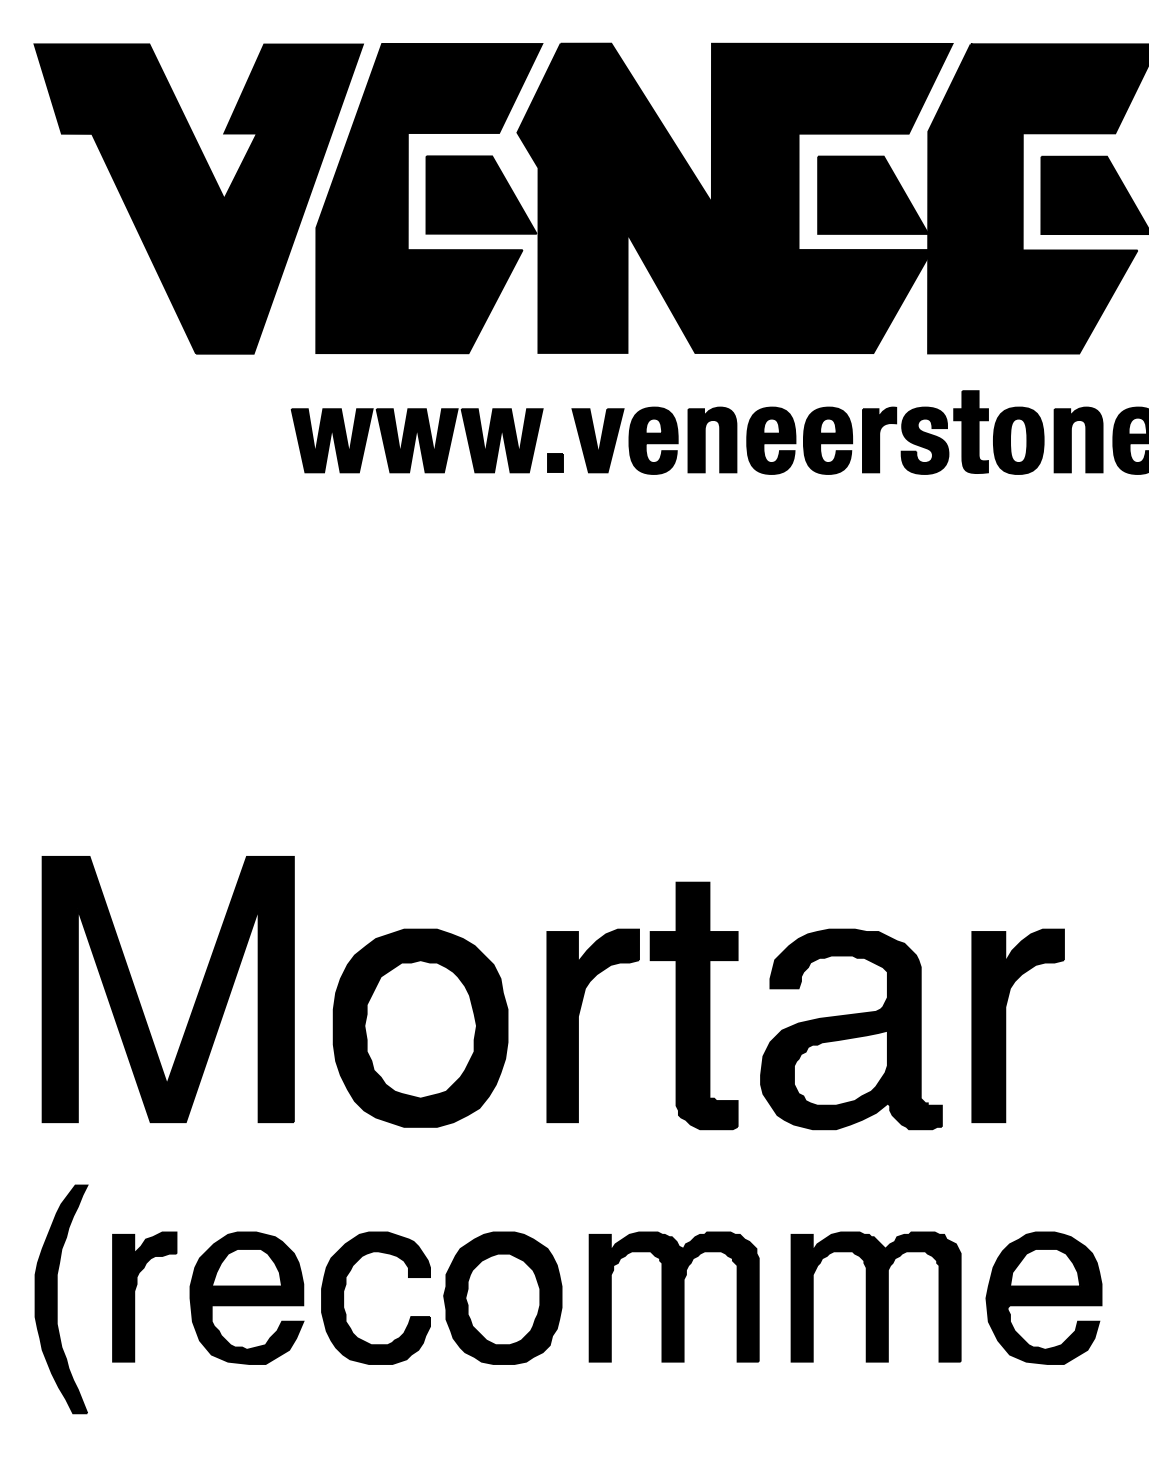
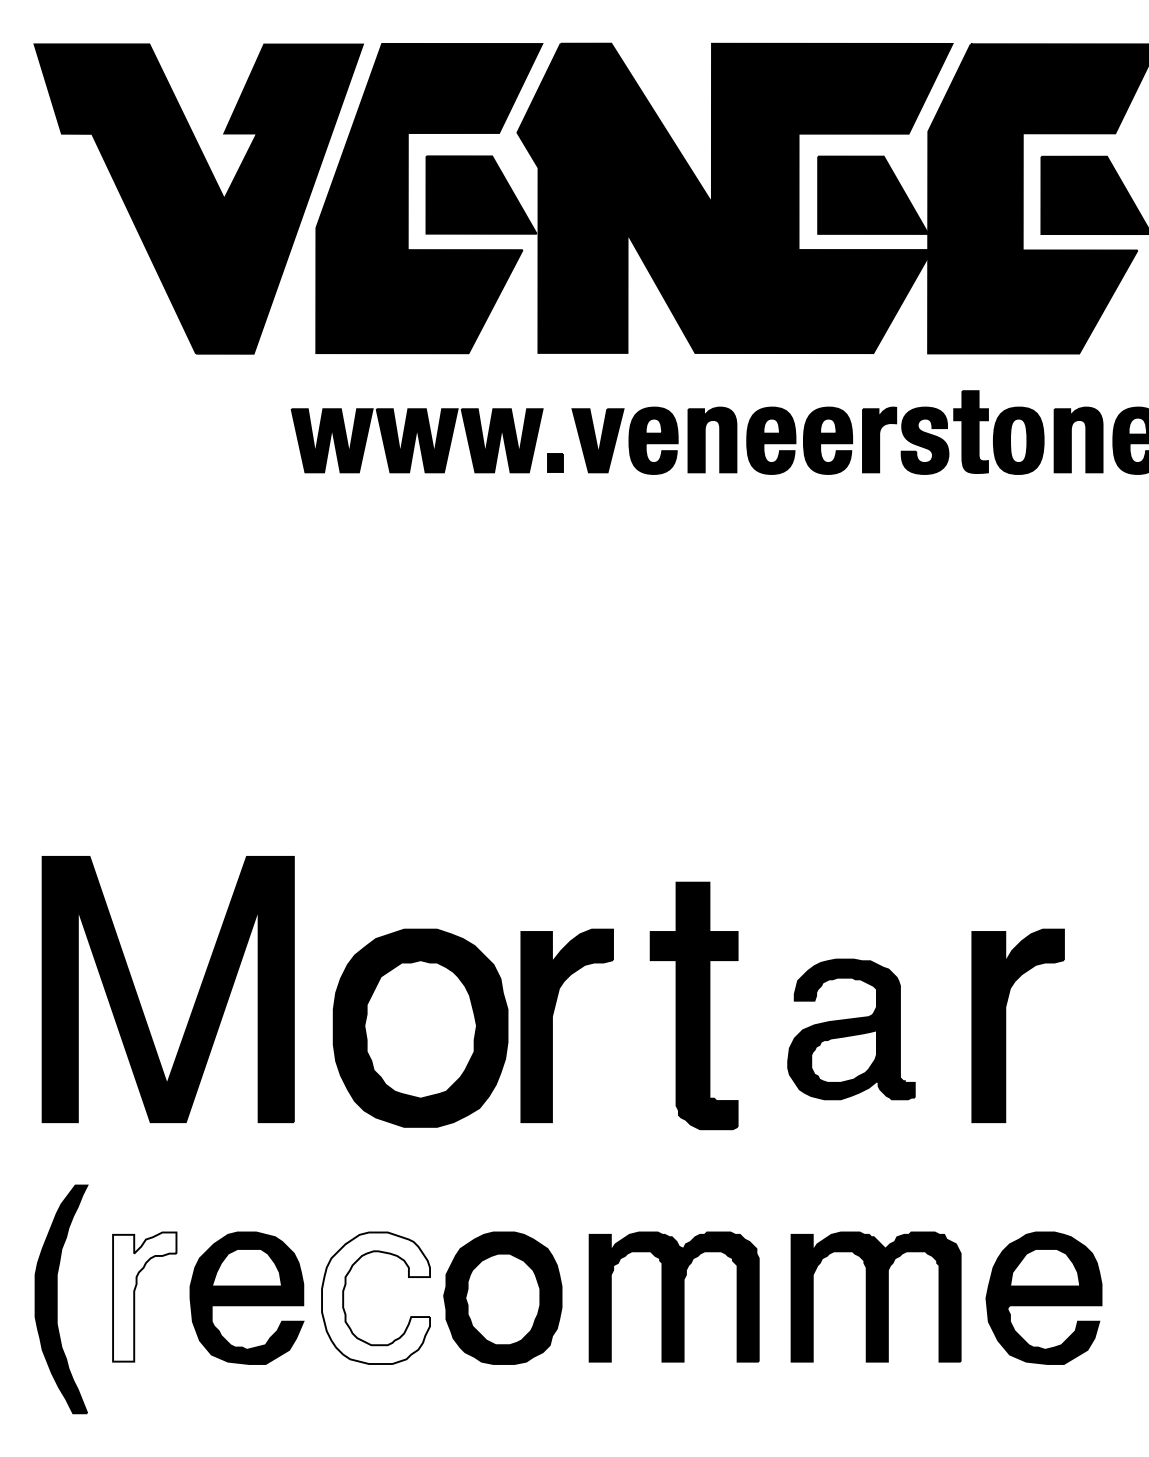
part at (578, 1025) position: (578, 1025) -> (552, 1025)
part at (851, 1029) size: 183x203 px -> 129x143 px
fill at (144, 1296): present -> none
fill at (376, 1298): present -> none
